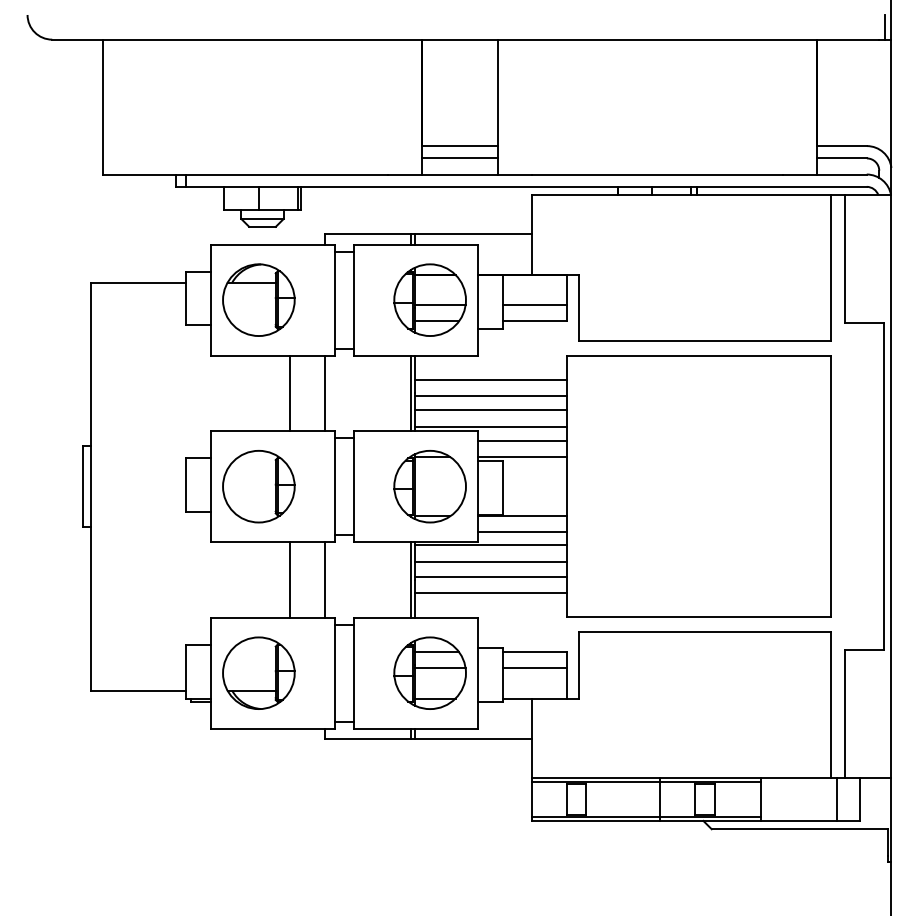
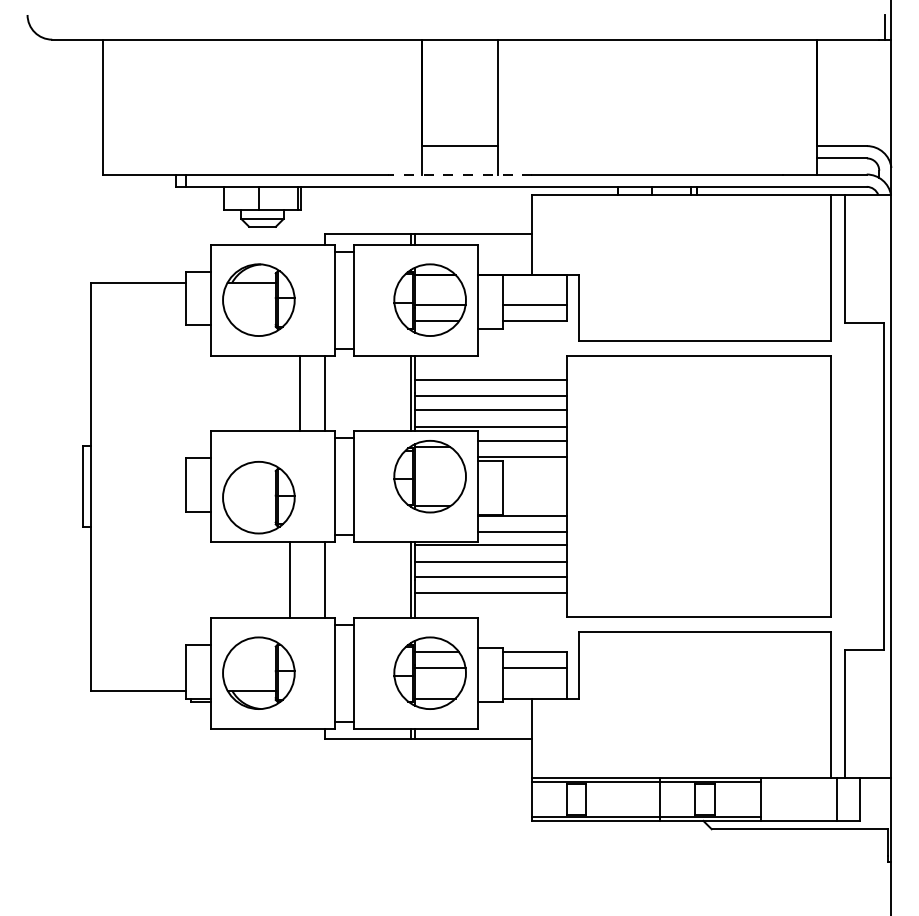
line at (459, 158): present -> none
line at (459, 174): solid -> dashed
line at (290, 393) position: (290, 393) -> (300, 393)
part at (258, 486) position: (258, 486) -> (258, 497)
part at (429, 486) position: (429, 486) -> (429, 476)
